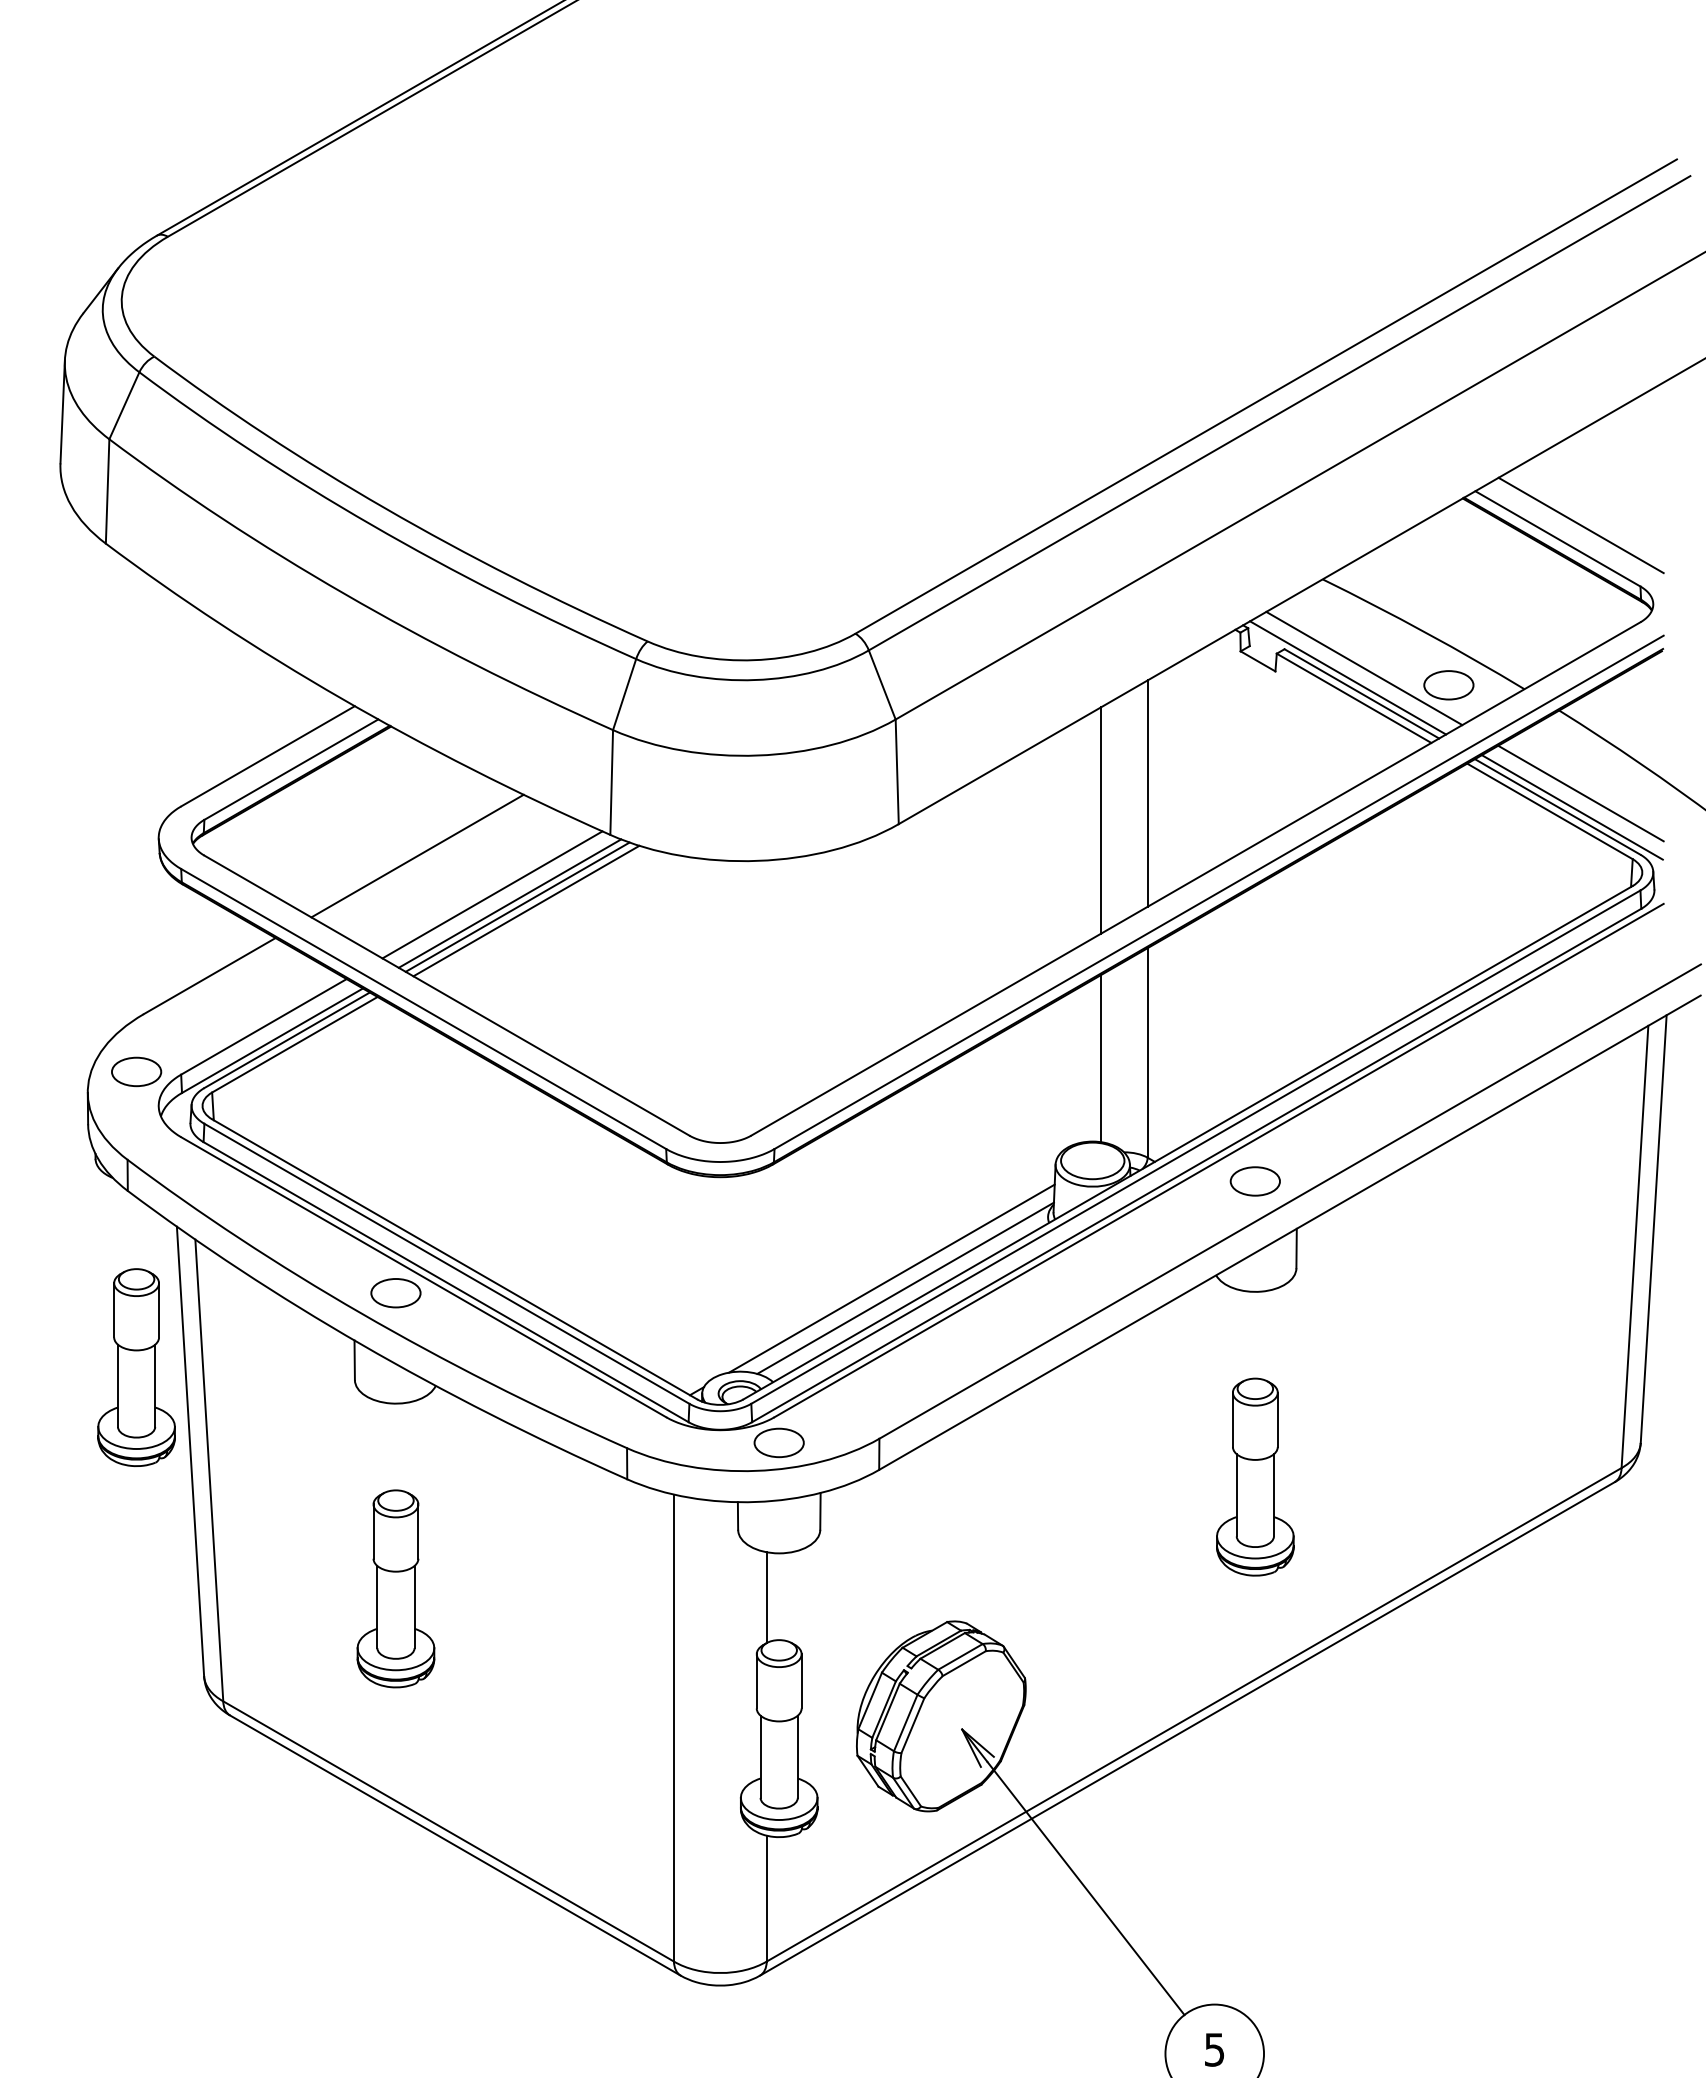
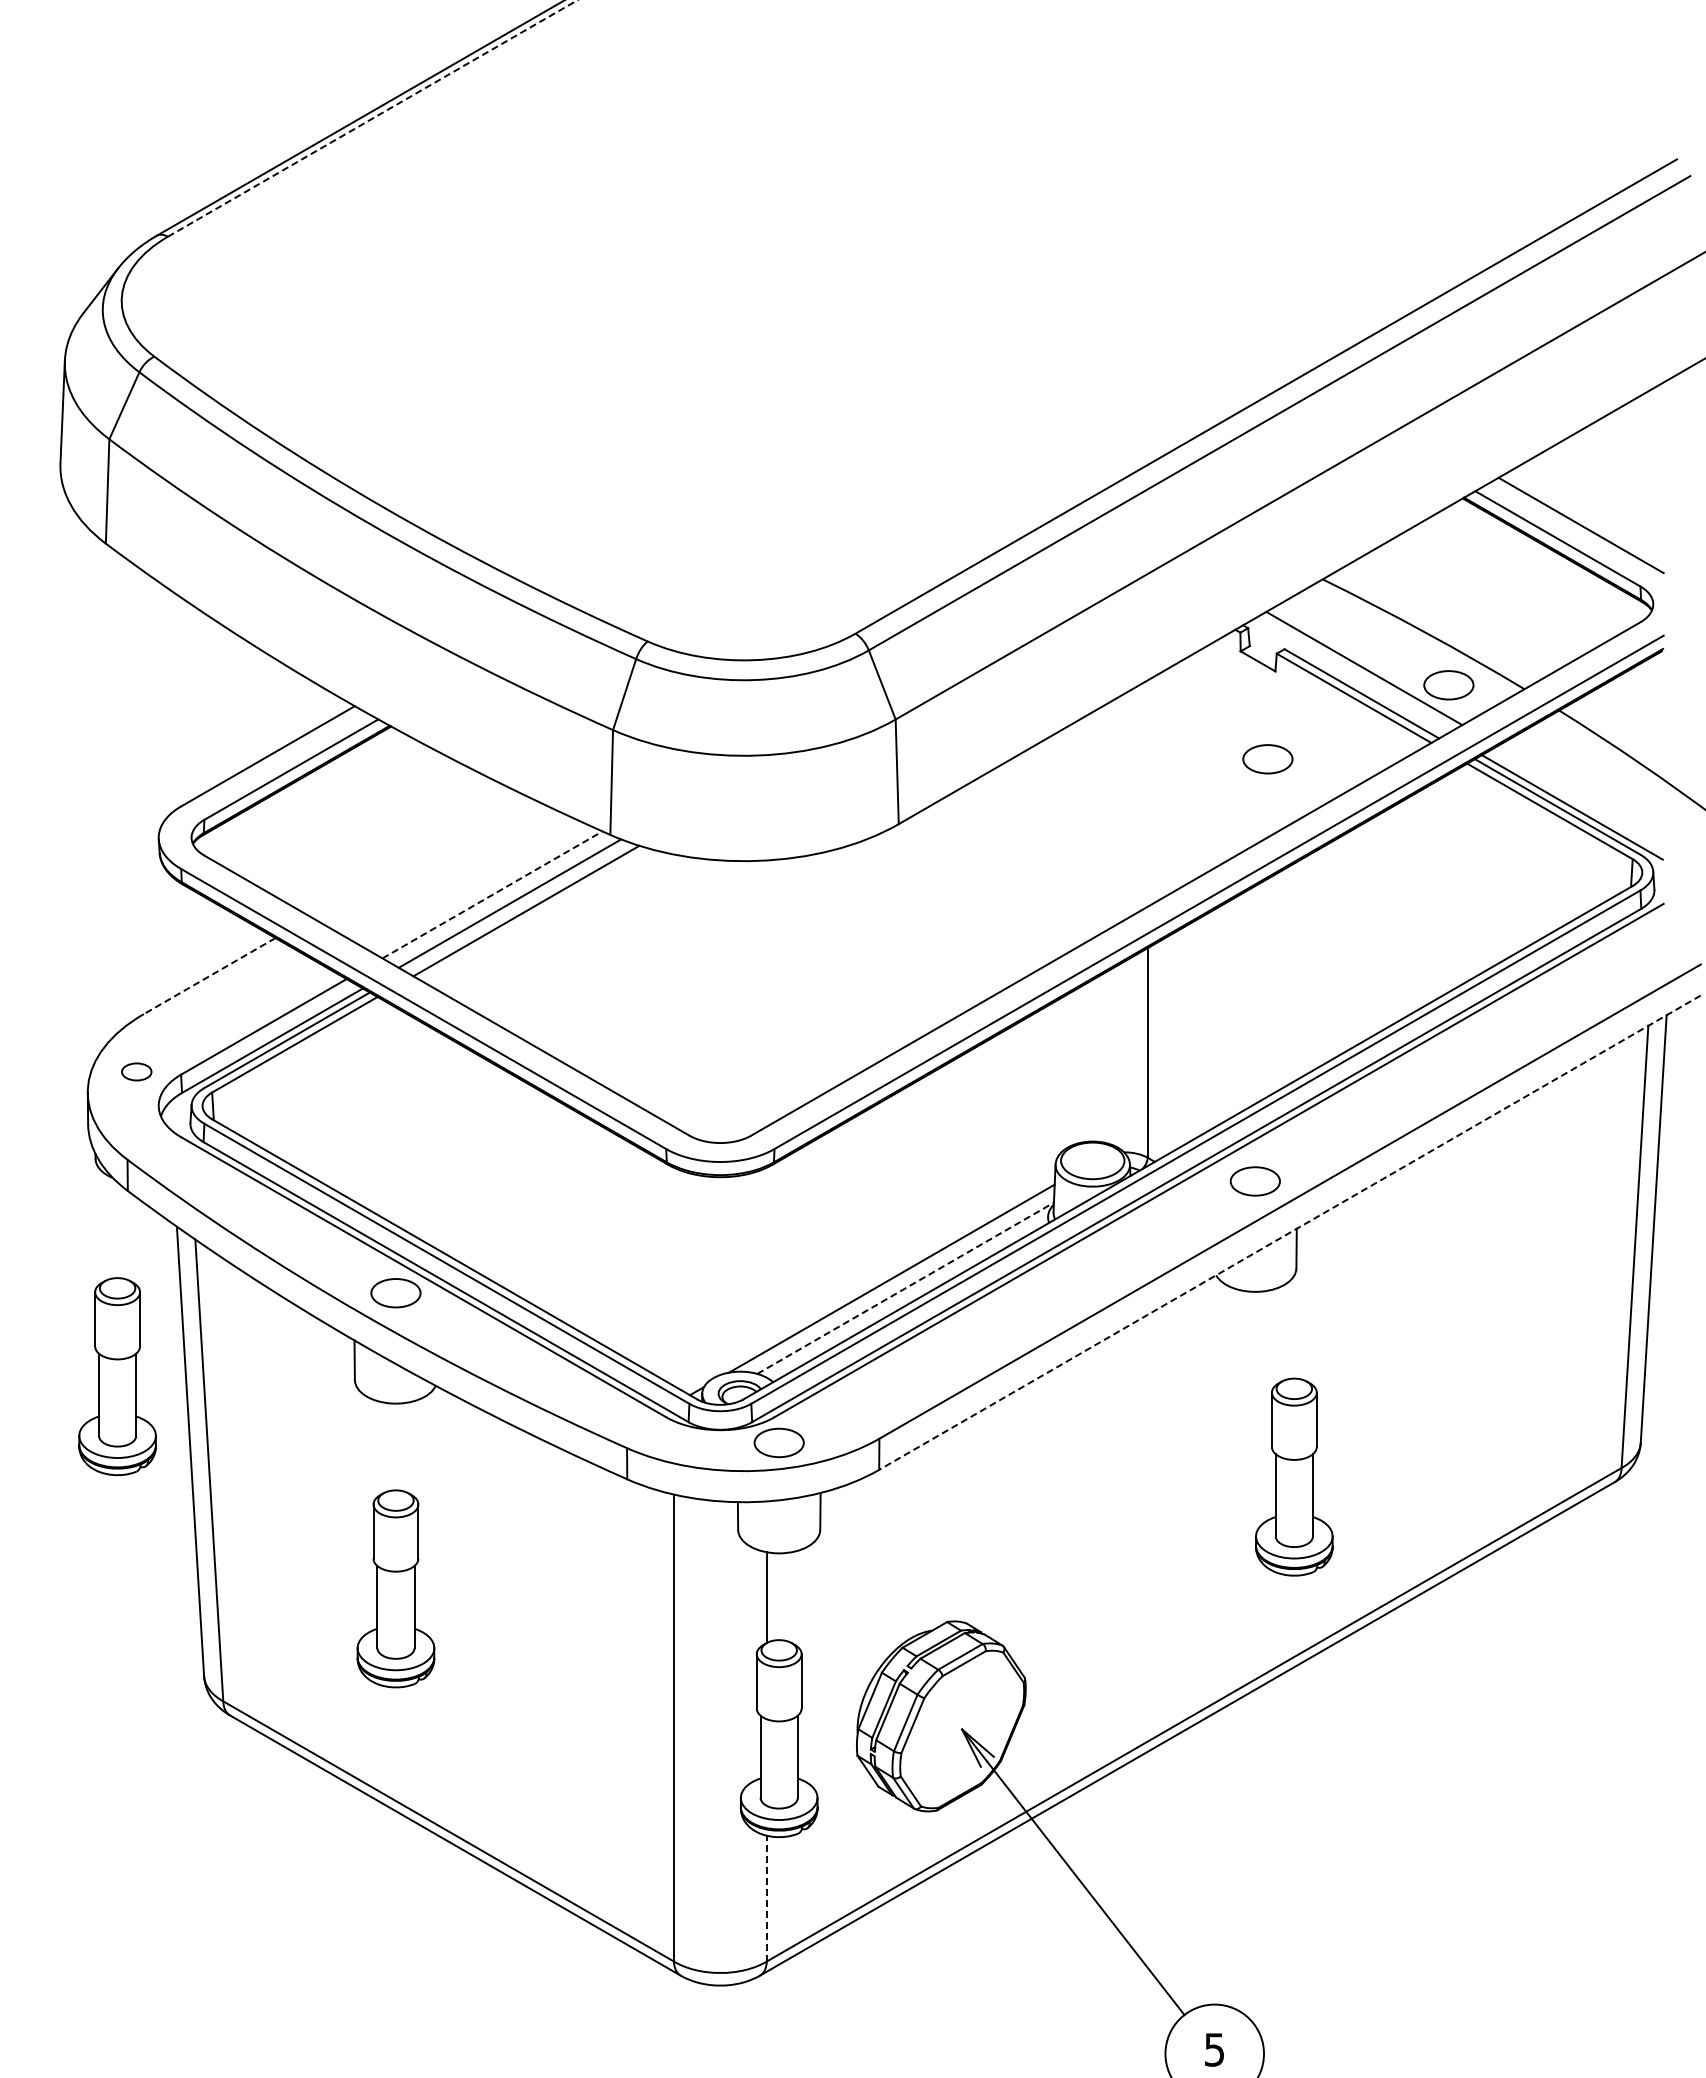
line at (373, 118): solid -> dashed
line at (1348, 677): present -> none
part at (1267, 759): none -> present
line at (1147, 793): present -> none
line at (1580, 793): present -> none
line at (1101, 820): present -> none
line at (417, 855): present -> none
line at (492, 894): solid -> dashed
line at (517, 906): present -> none
line at (209, 976): solid -> dashed
line at (1101, 1058): present -> none
part at (136, 1071) size: 52x32 px -> 32x20 px
line at (1289, 1232): solid -> dashed
line at (906, 1288): solid -> dashed
part at (136, 1367) position: (136, 1367) -> (117, 1376)
part at (1255, 1476) position: (1255, 1476) -> (1294, 1476)
line at (766, 1898): solid -> dashed
